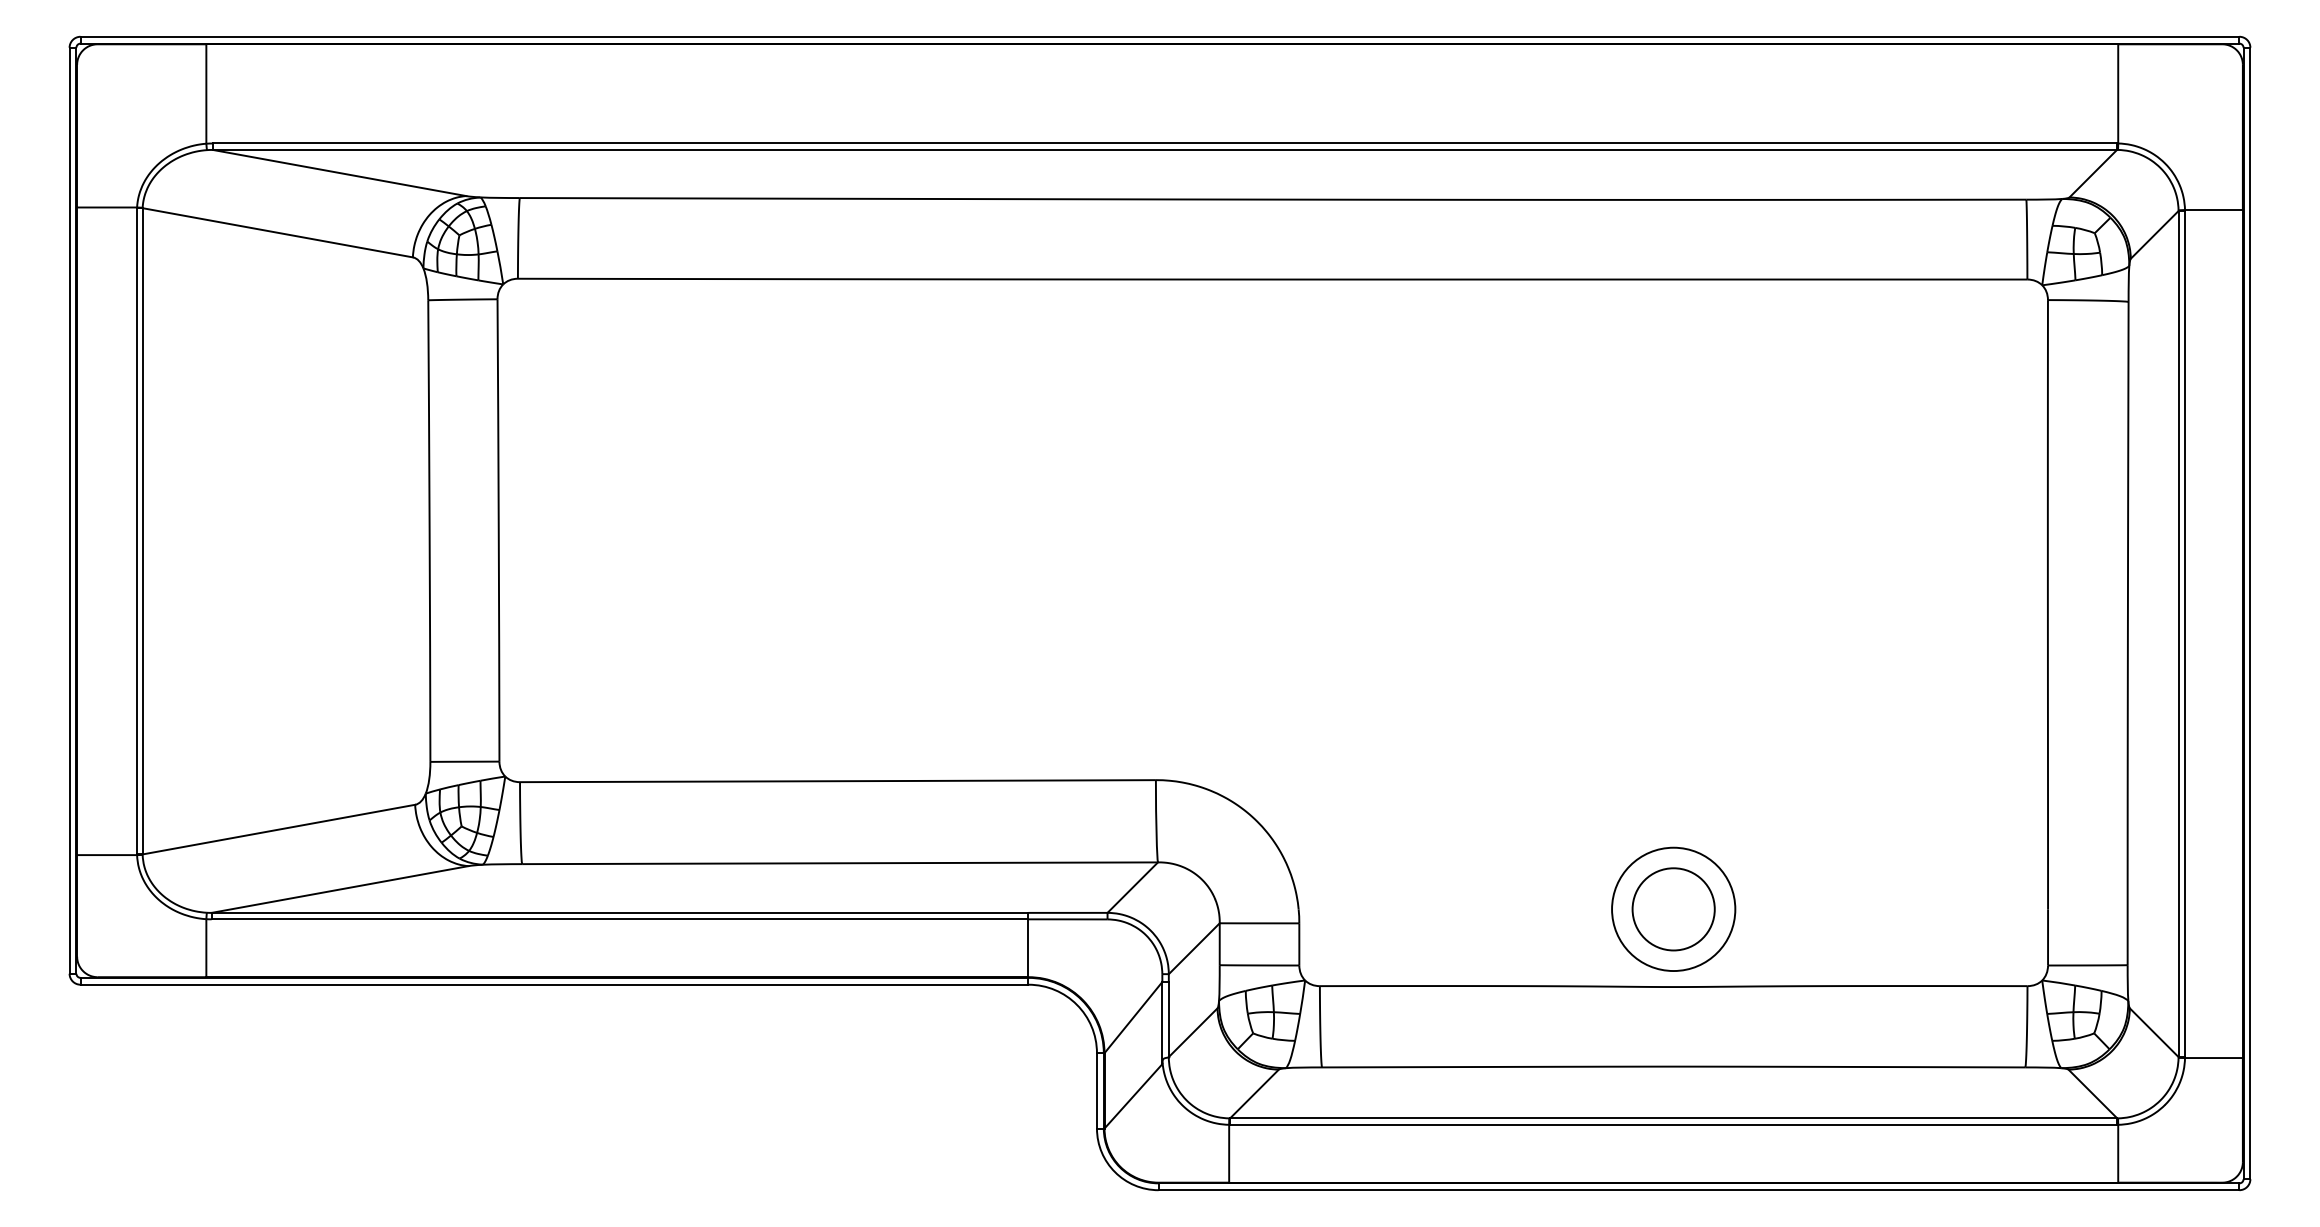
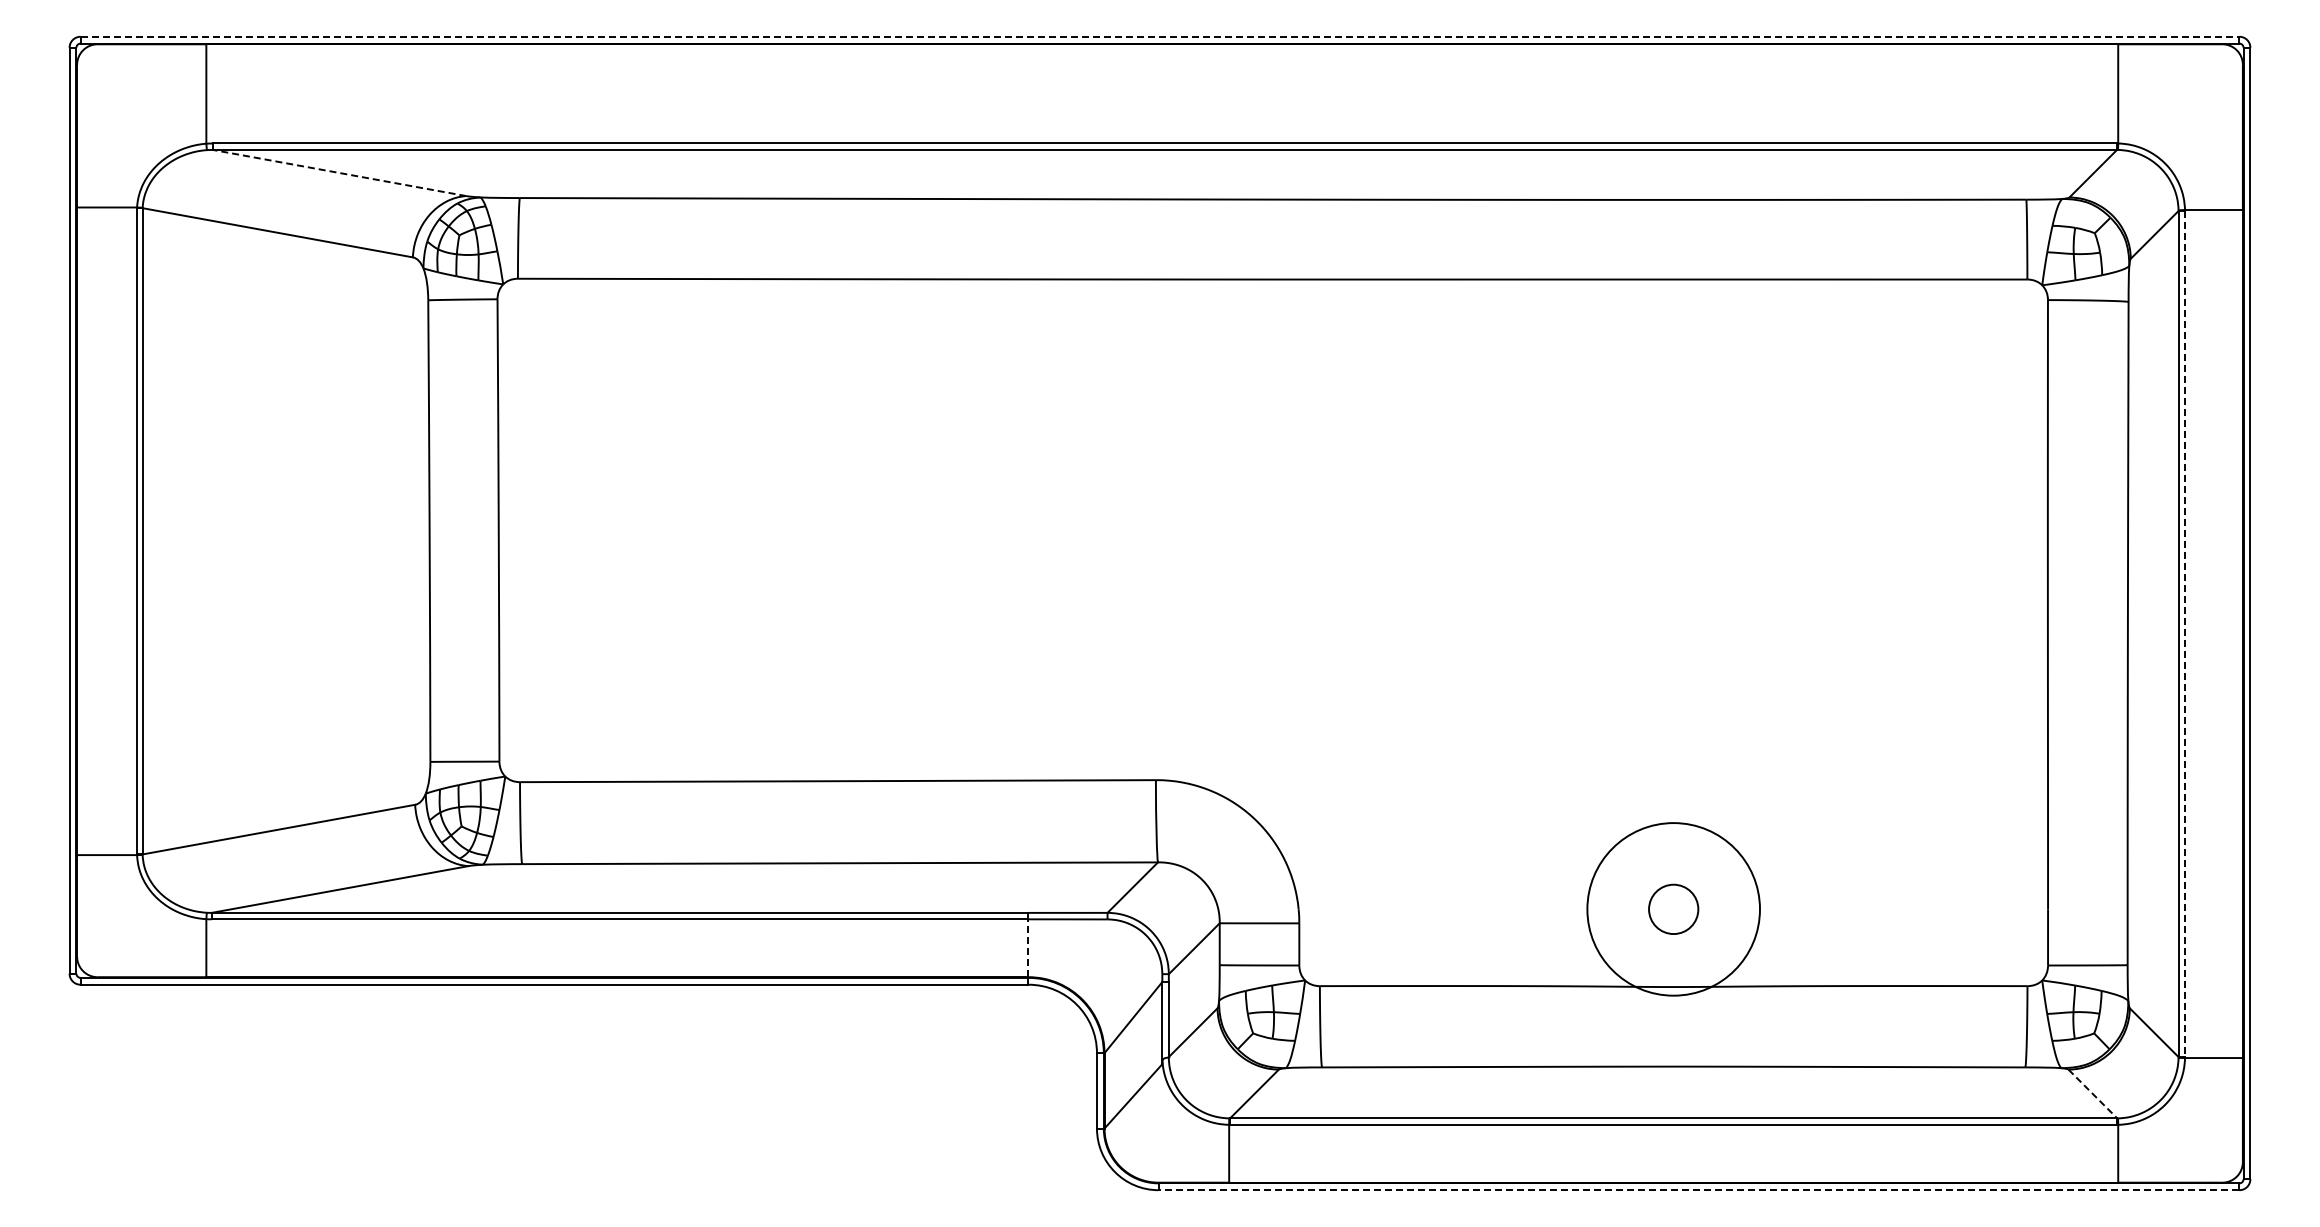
line at (1160, 36): solid -> dashed
line at (339, 173): solid -> dashed
line at (2185, 634): solid -> dashed
circle at (1673, 909) diameter: 123 px -> 173 px
circle at (1673, 909) diameter: 82 px -> 49 px
line at (1028, 948): solid -> dashed
line at (2093, 1094): solid -> dashed
line at (1698, 1190): solid -> dashed
